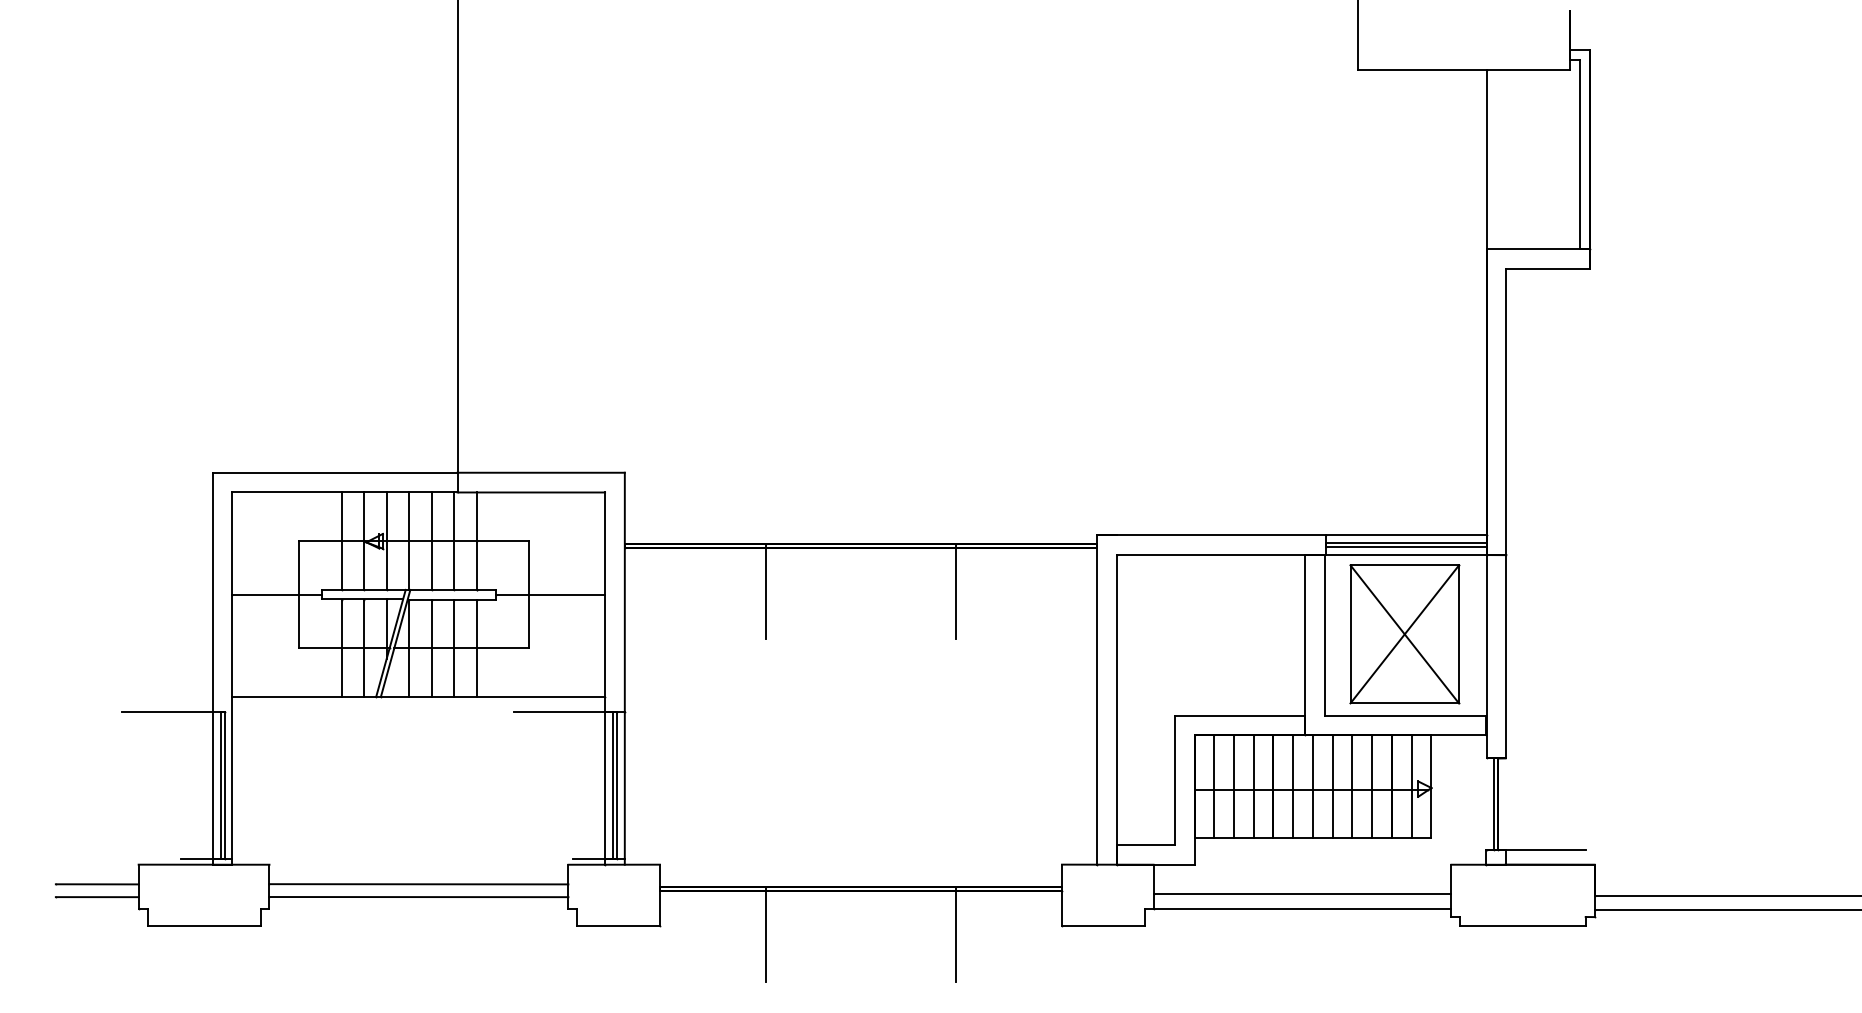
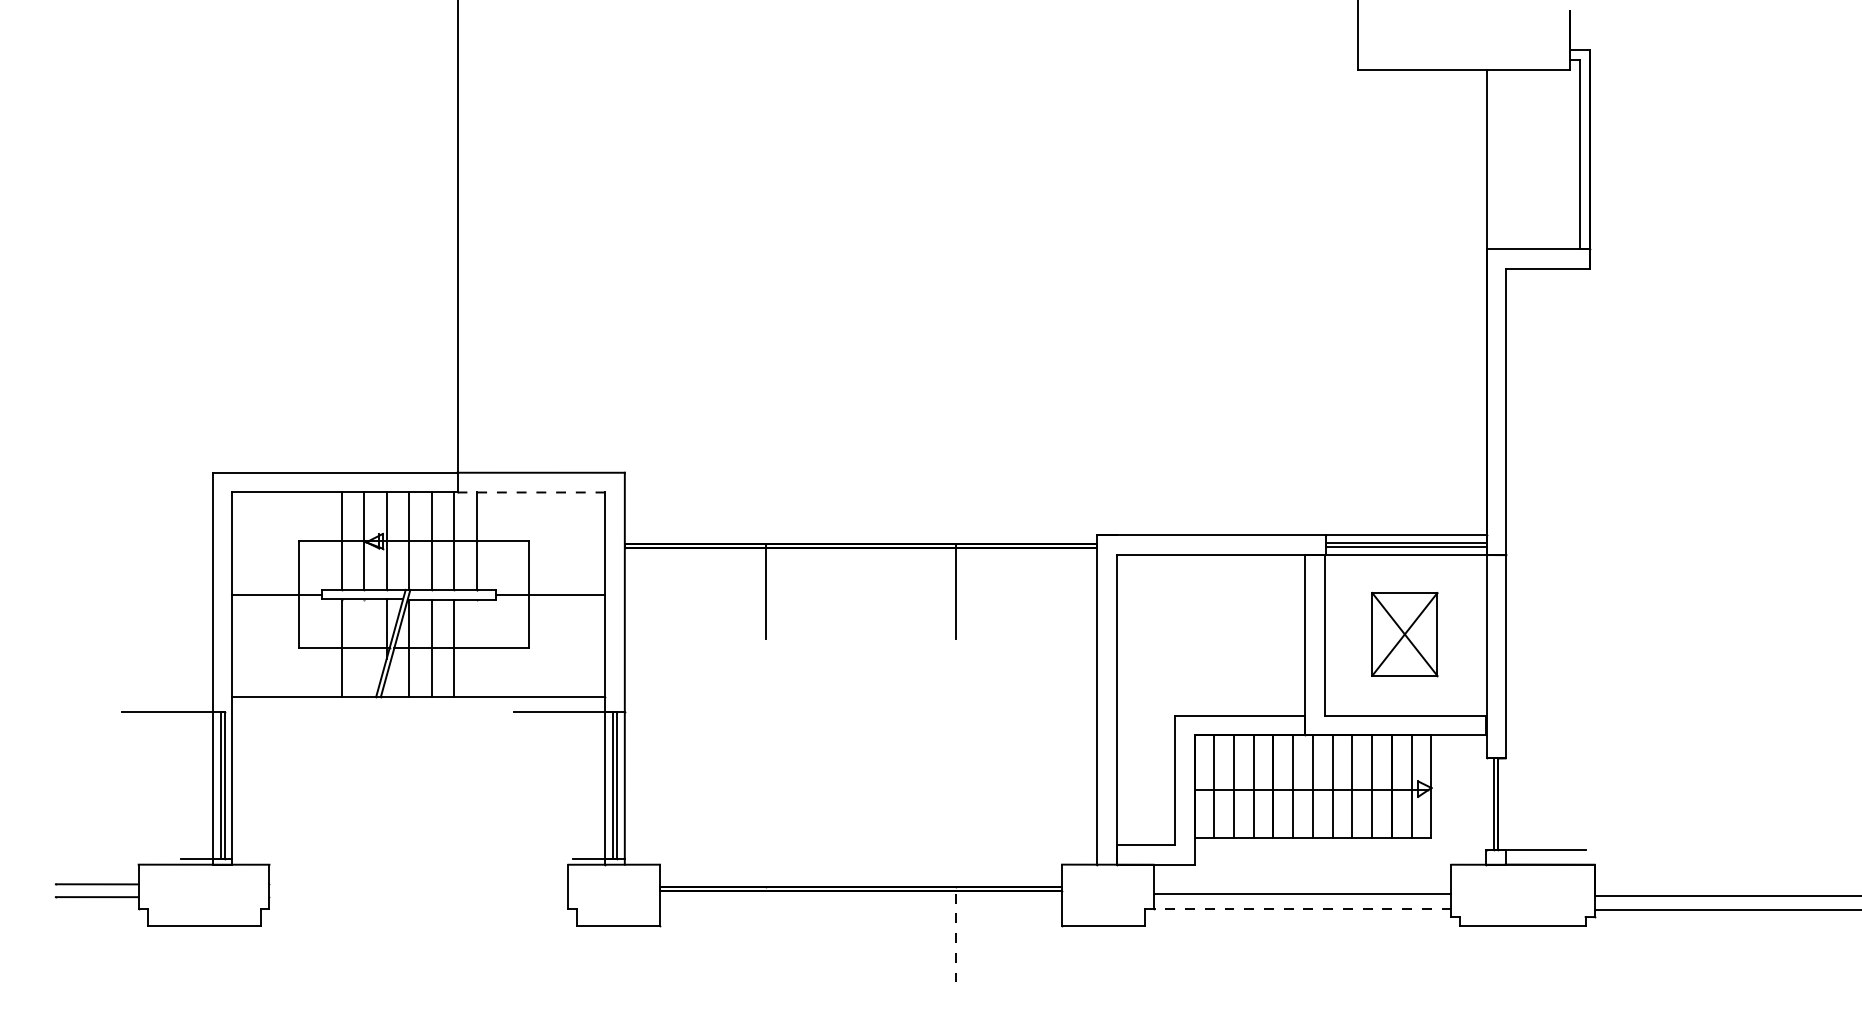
line at (531, 492): solid -> dashed
part at (1404, 634) size: 112x141 px -> 68x87 px
line at (364, 647): present -> none
line at (476, 647): present -> none
line at (418, 884): present -> none
line at (418, 897): present -> none
line at (1302, 908): solid -> dashed
line at (765, 934): present -> none
line at (956, 934): solid -> dashed
